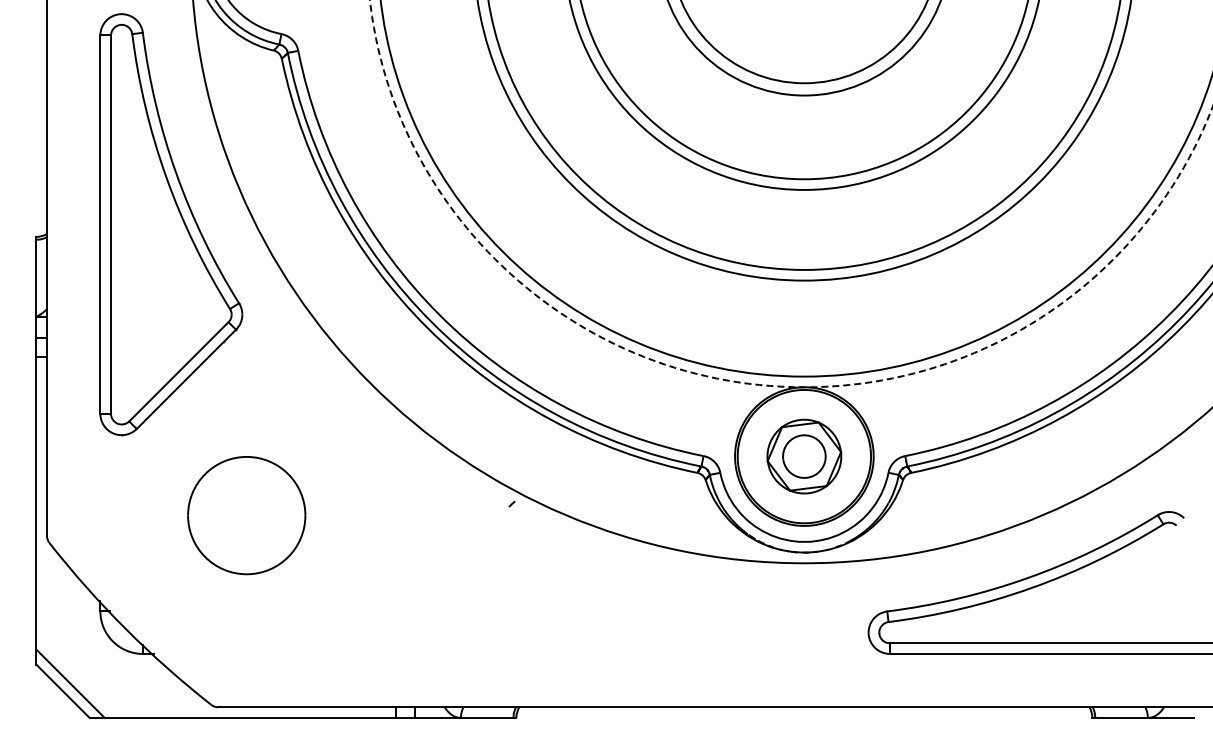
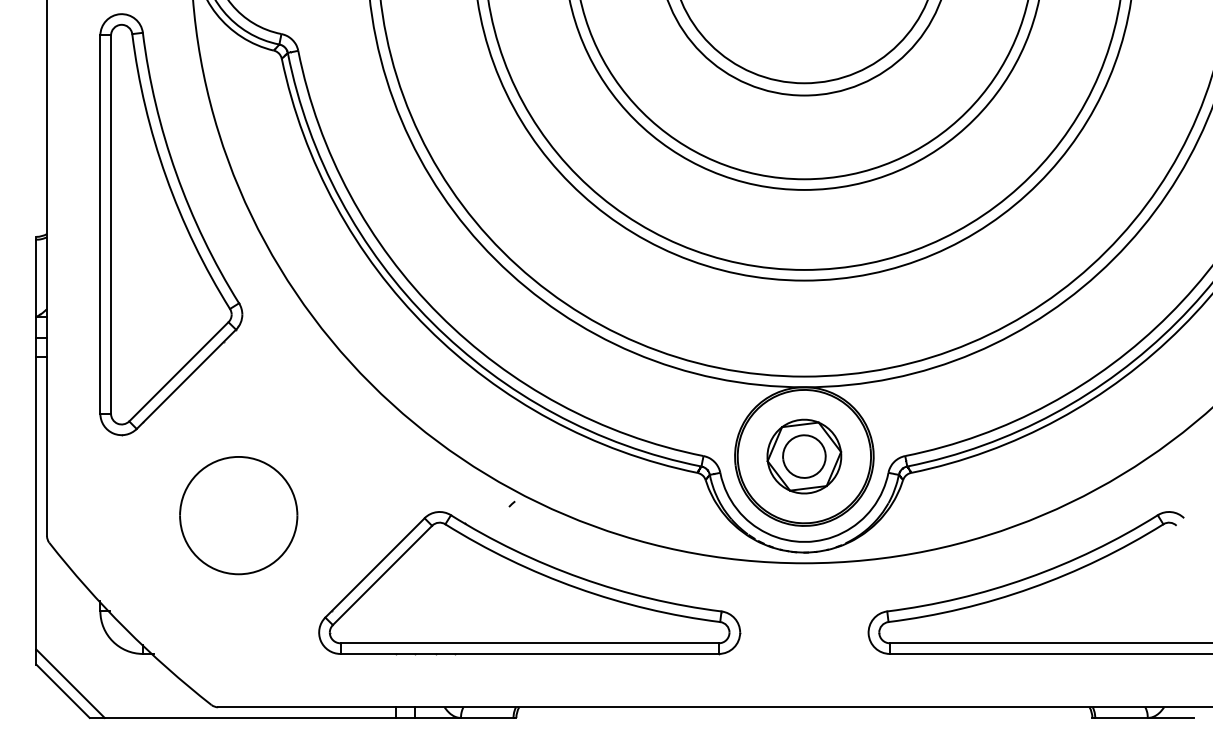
arc at (752, 384): dashed -> solid
part at (246, 515) position: (246, 515) -> (238, 515)
part at (529, 583): none -> present
